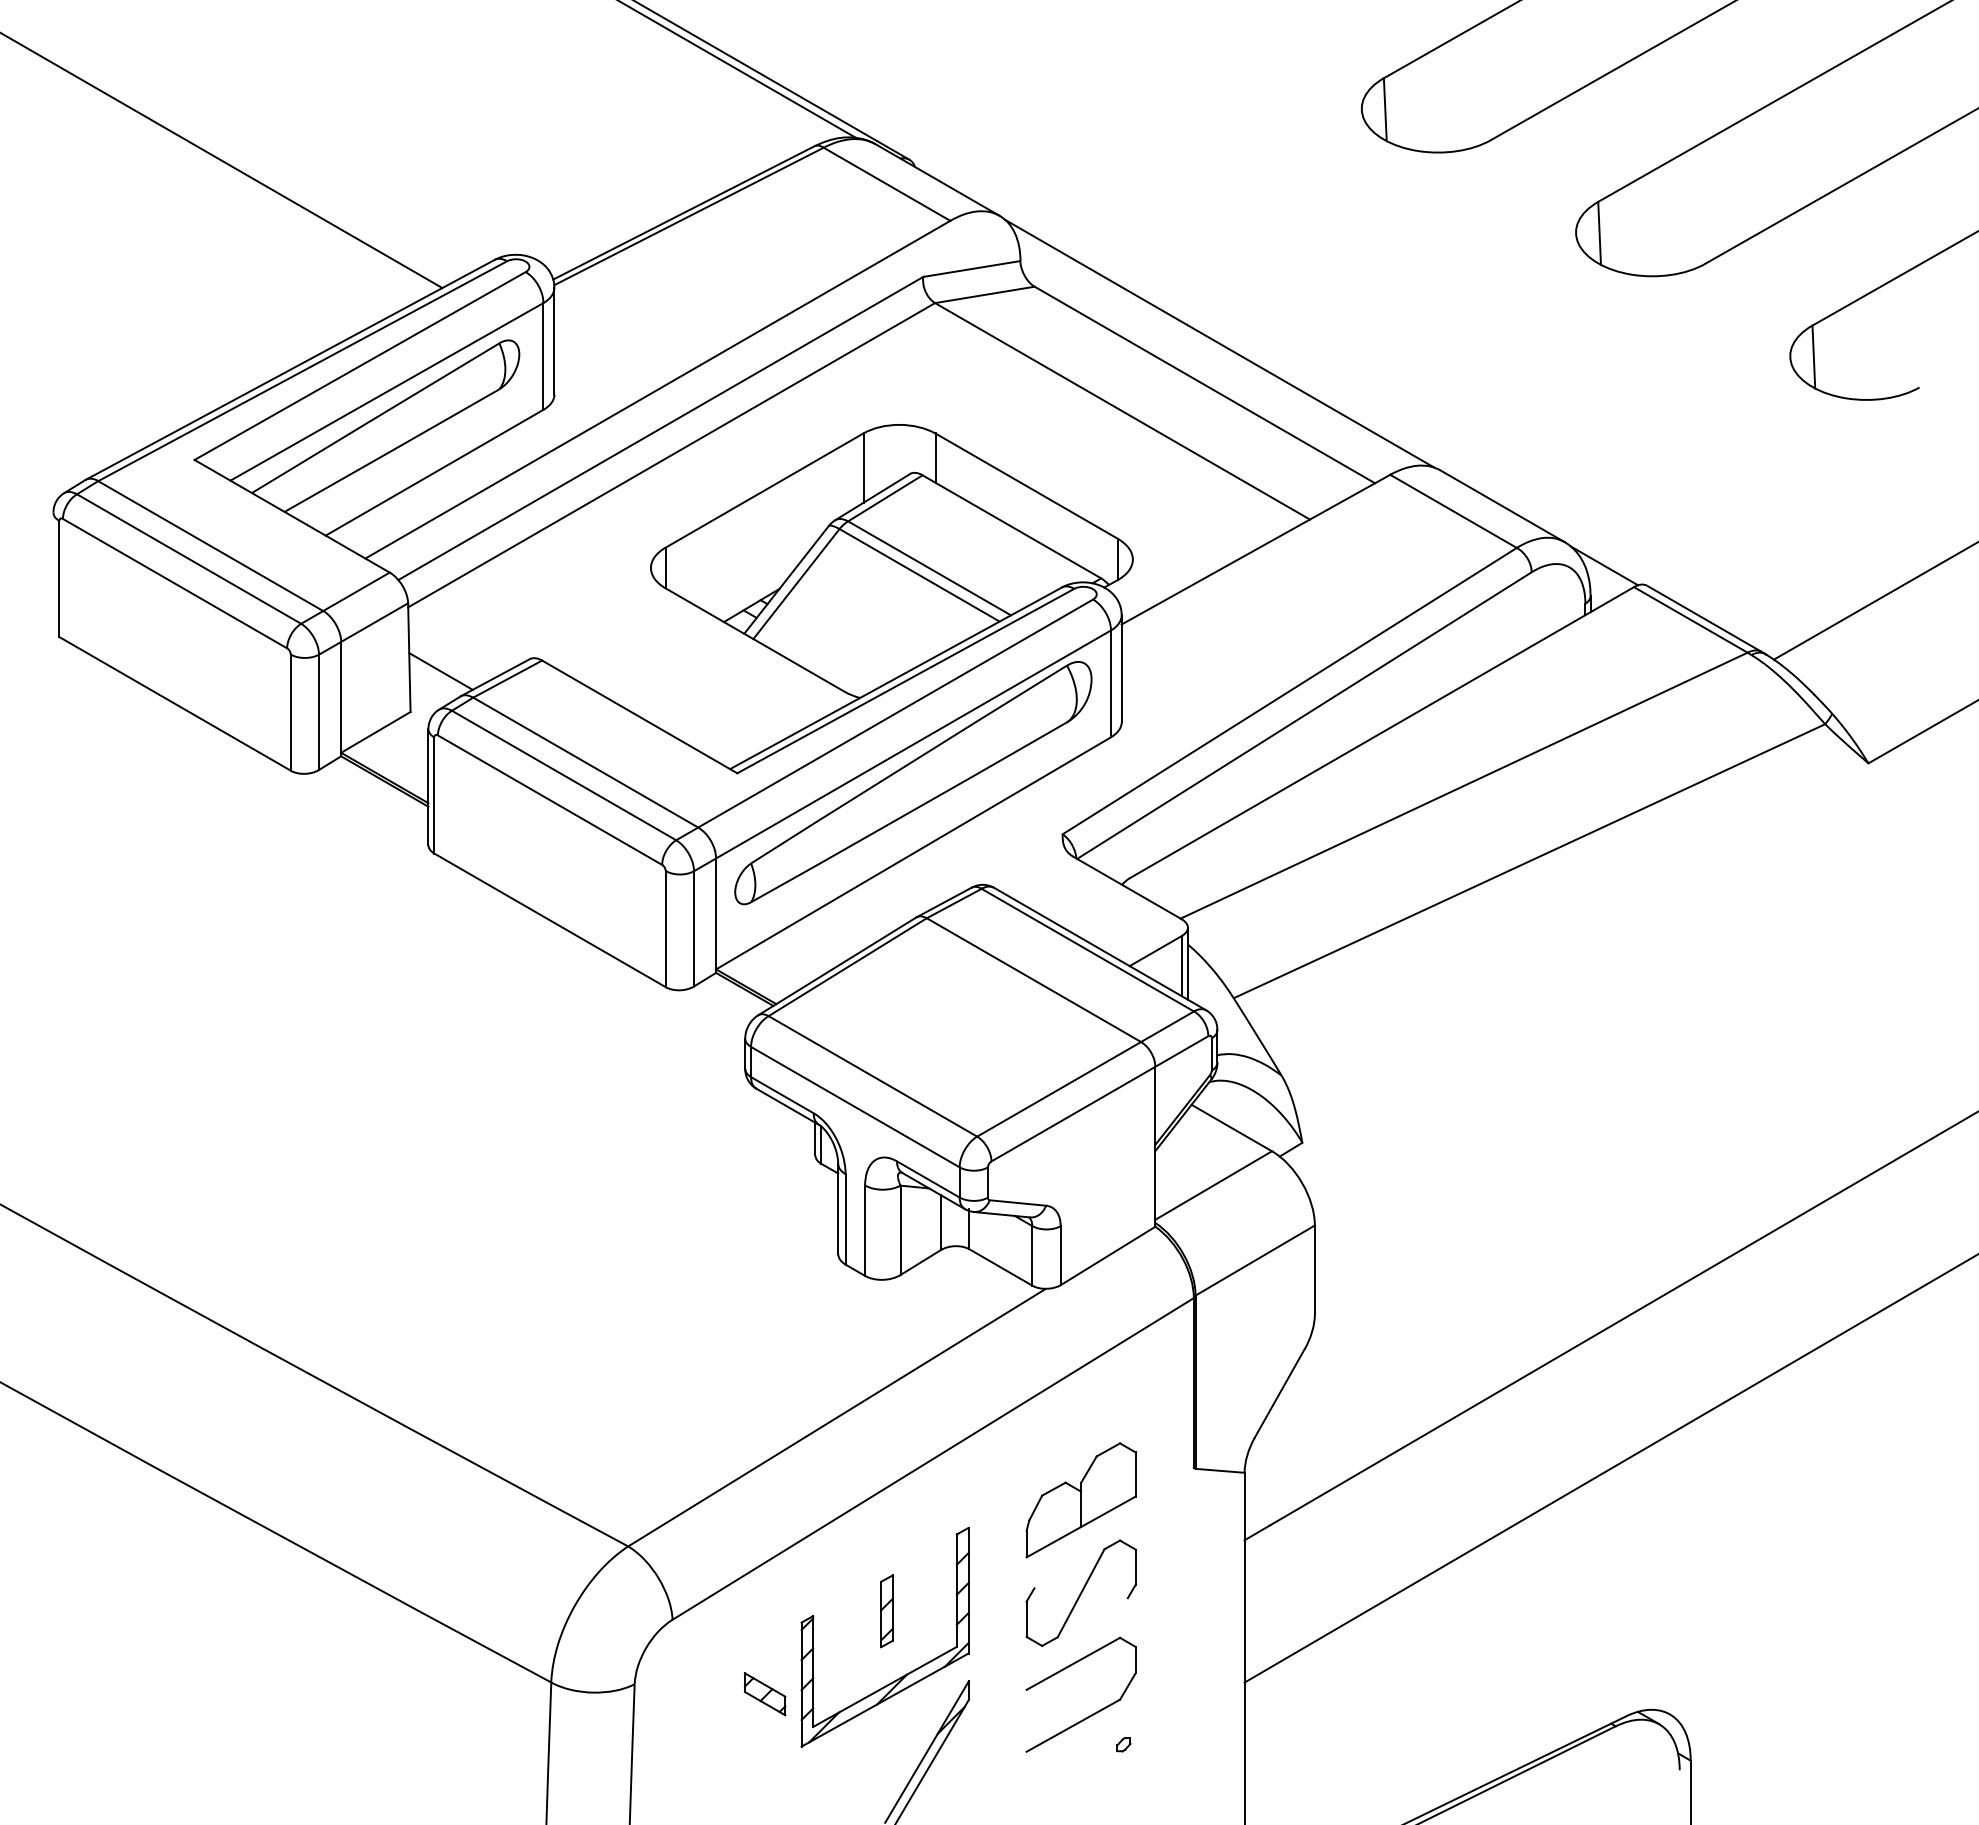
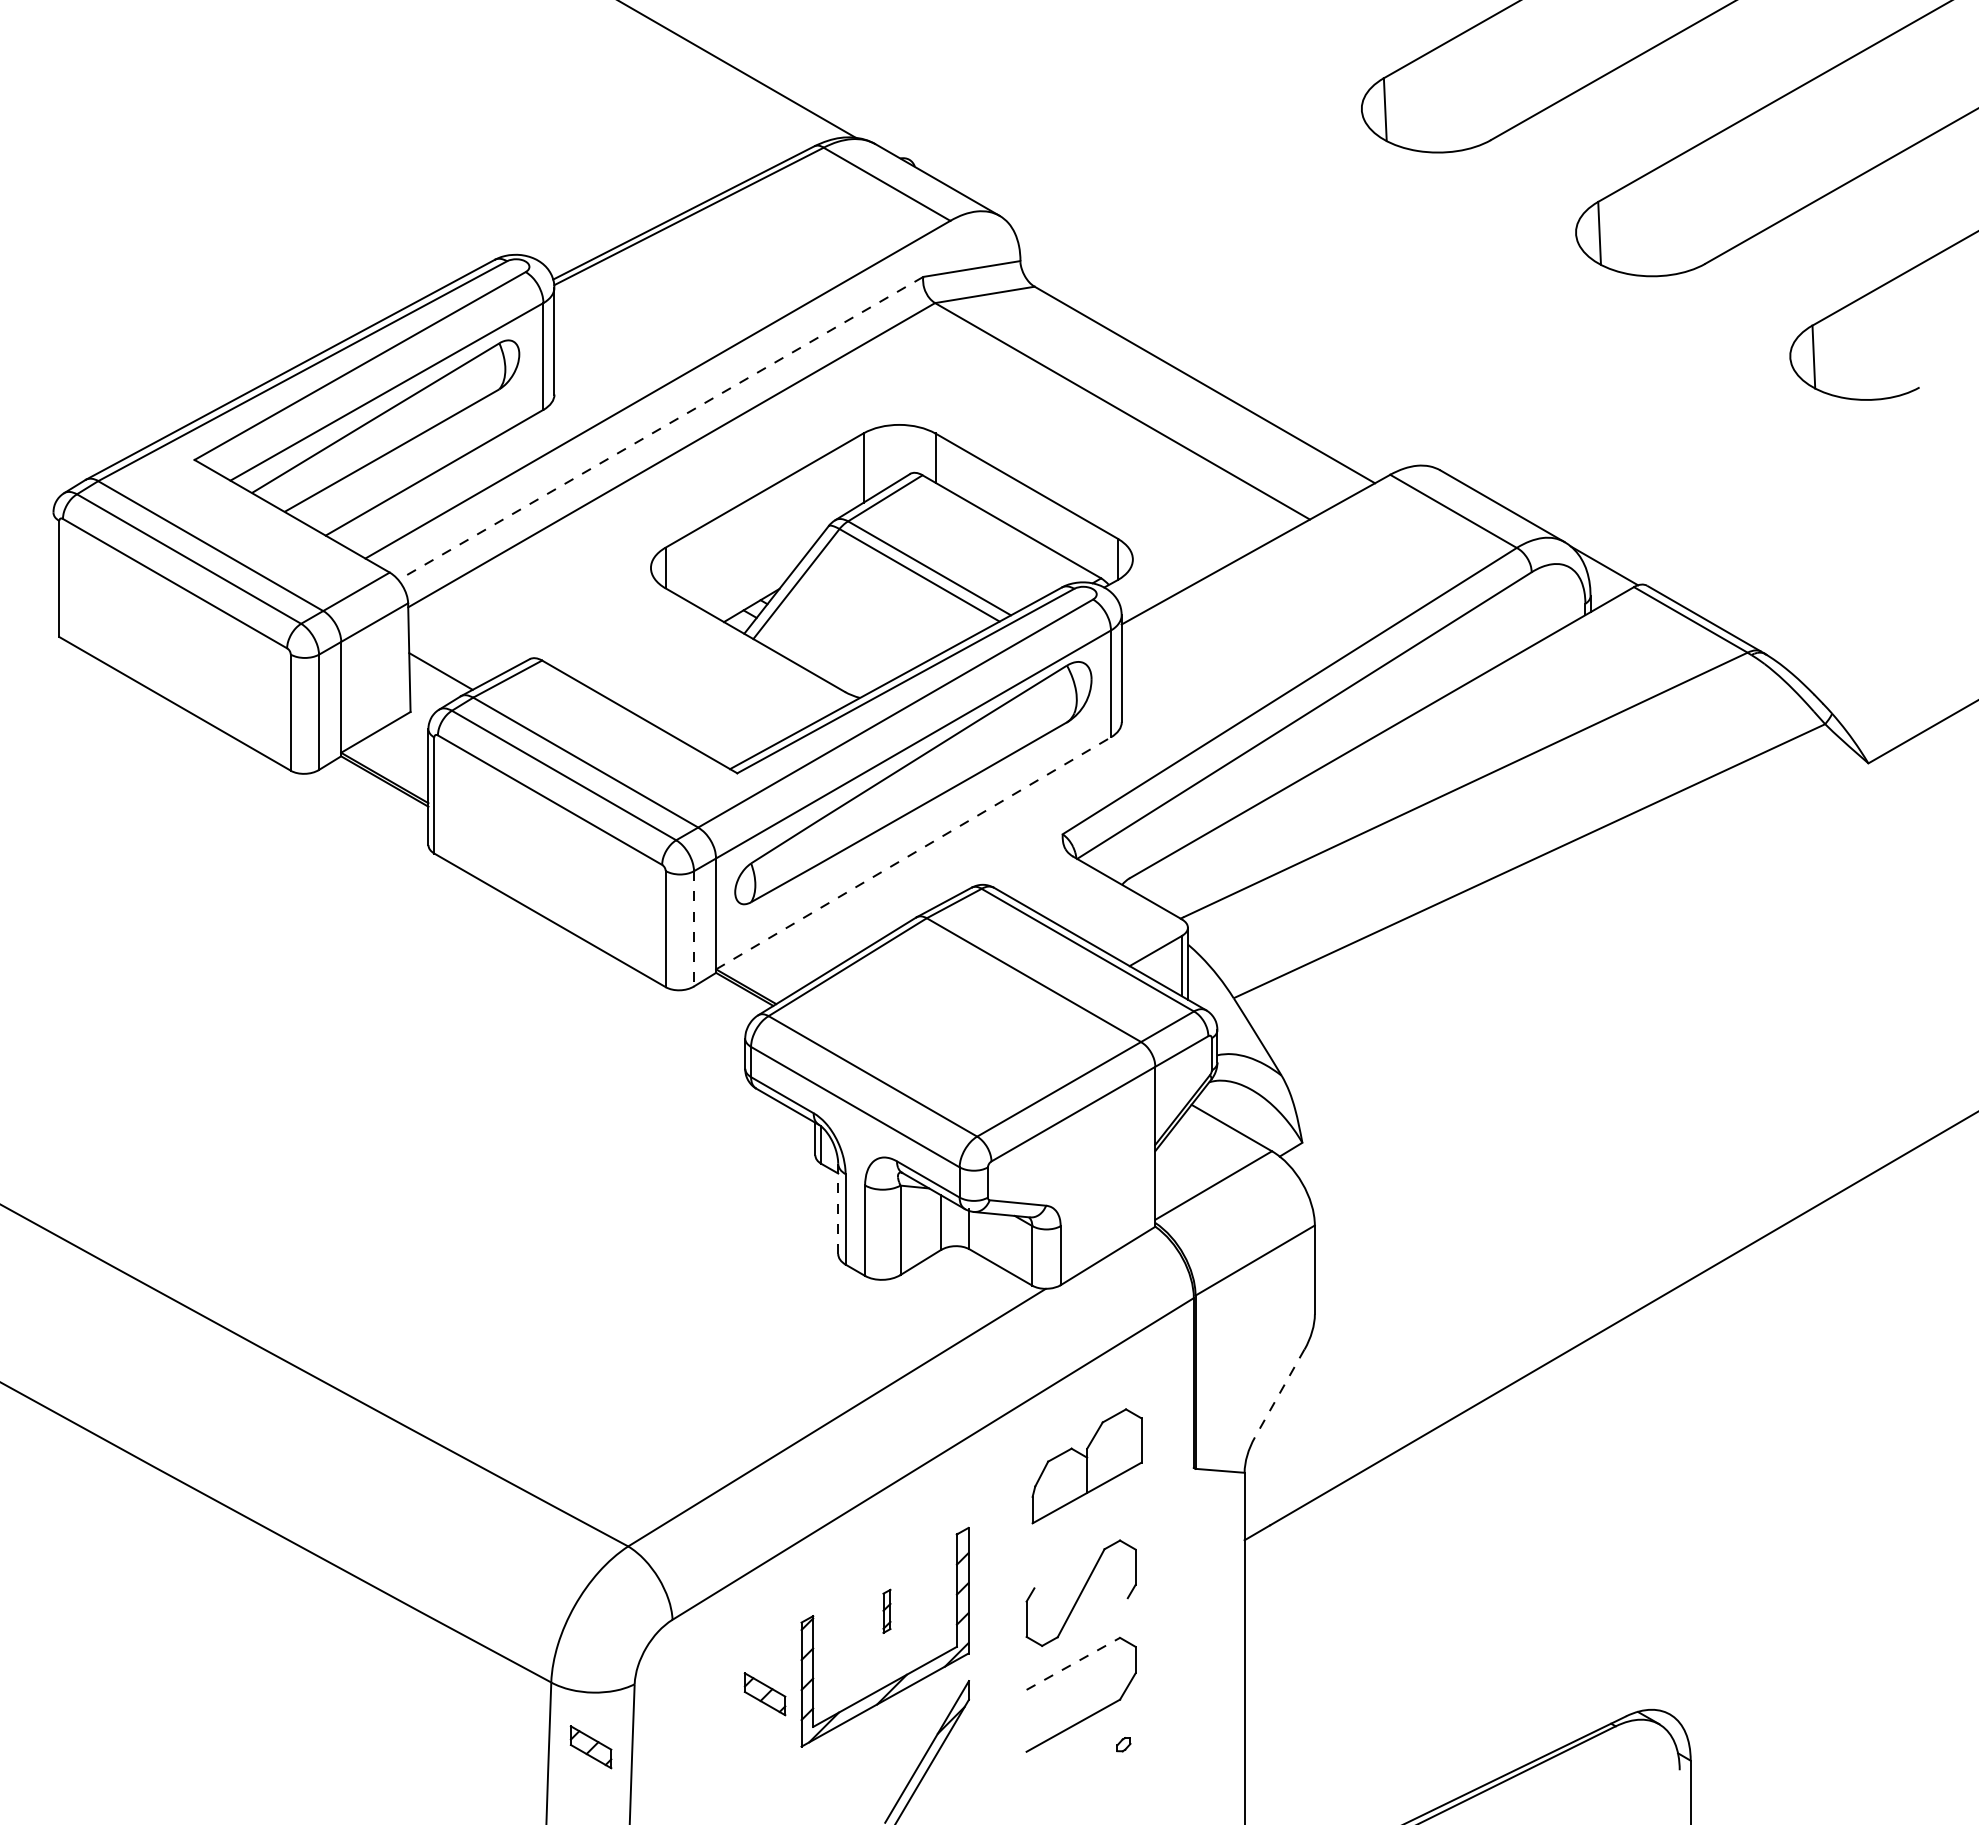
line at (772, 80): present -> none
line at (222, 160): present -> none
line at (1219, 343): present -> none
line at (660, 428): solid -> dashed
line at (1874, 601): present -> none
line at (913, 853): solid -> dashed
line at (694, 928): solid -> dashed
line at (838, 1208): solid -> dashed
line at (1279, 1393): solid -> dashed
line at (1609, 1468): present -> none
part at (1080, 1500) position: (1080, 1500) -> (1086, 1466)
part at (886, 1611) size: 14x75 px -> 10x46 px
line at (1073, 1663): solid -> dashed
part at (590, 1747): none -> present
